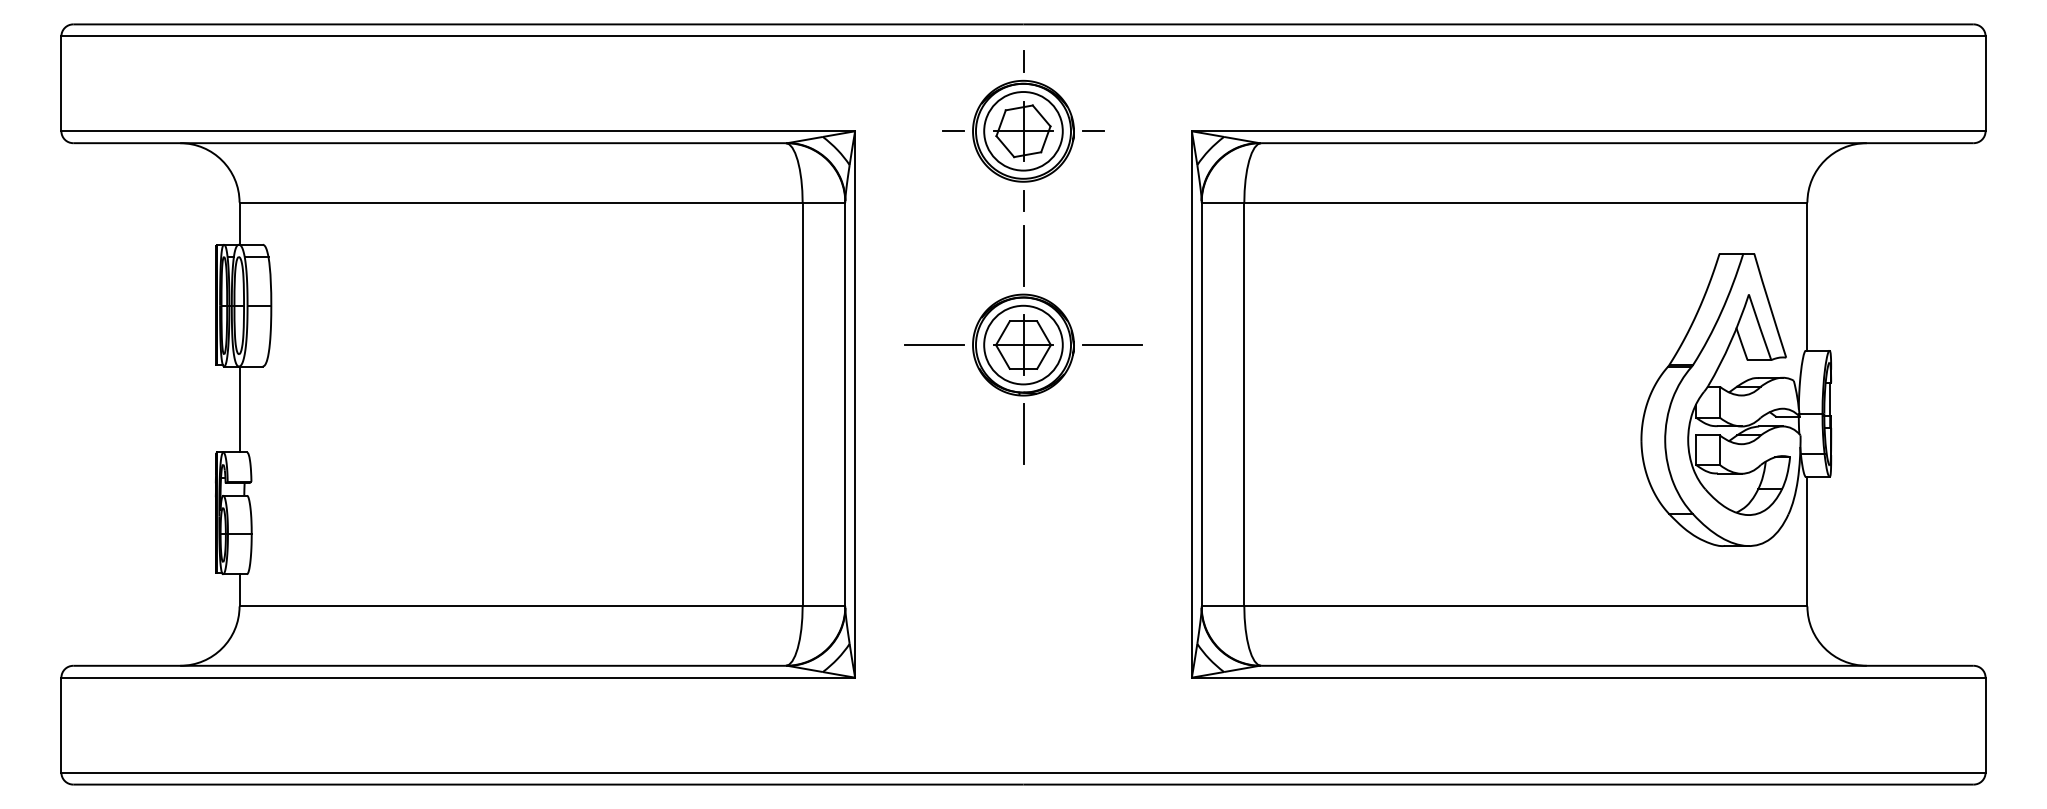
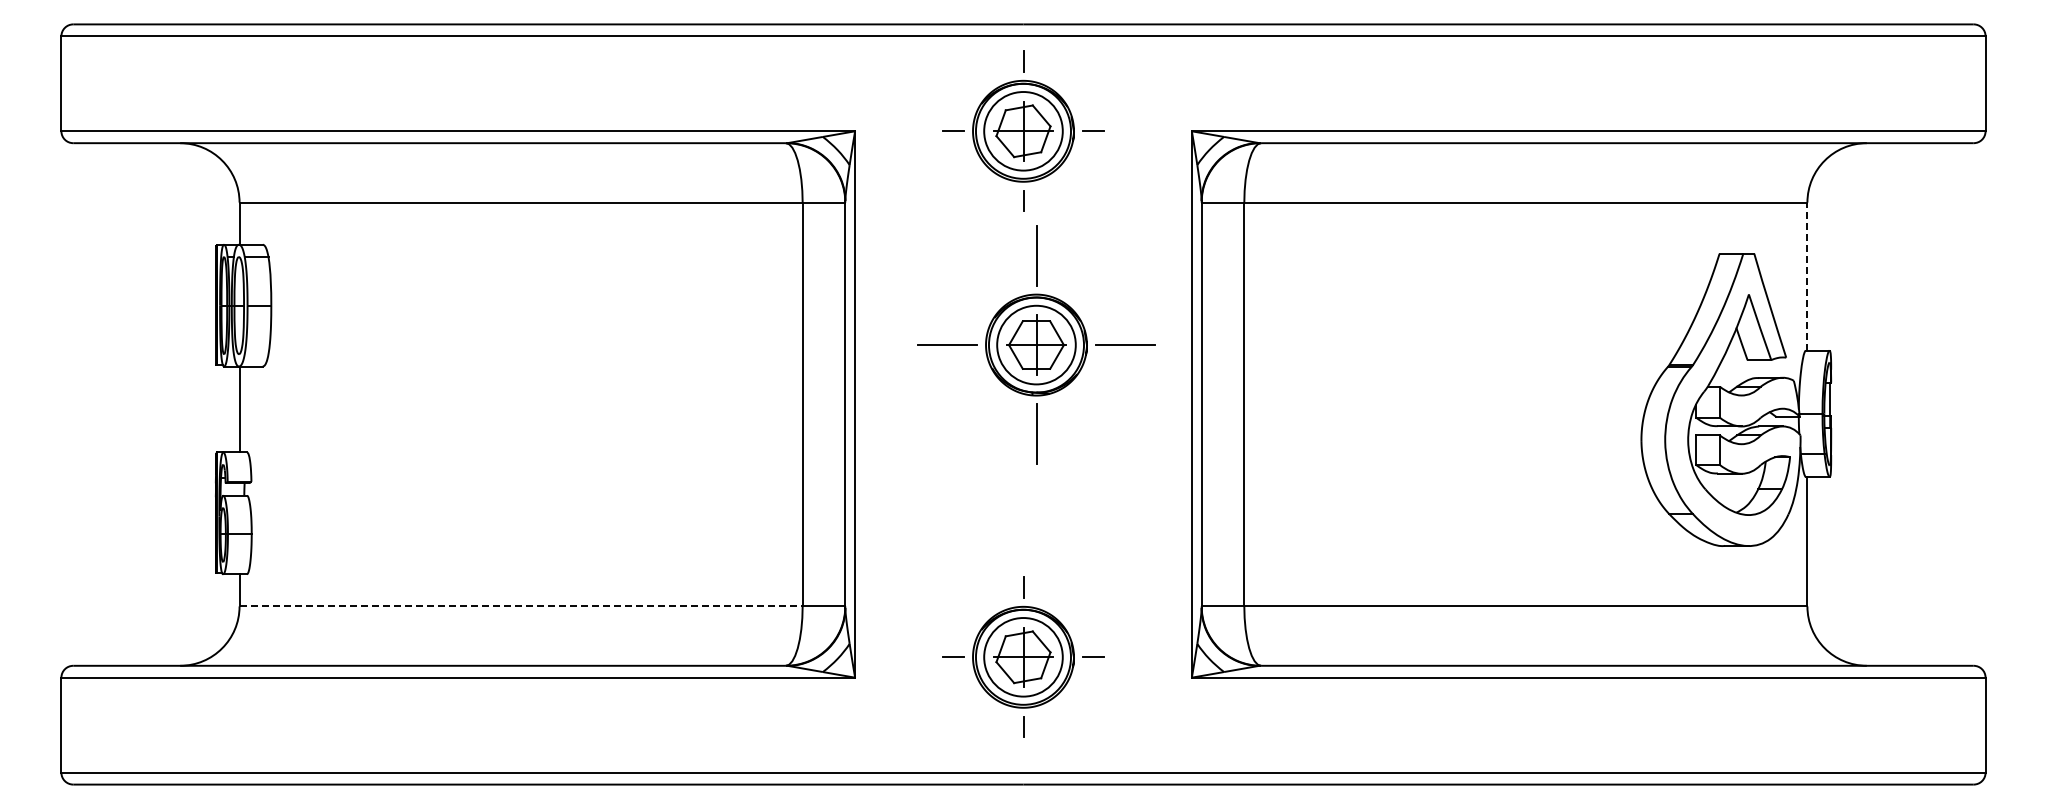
line at (1807, 276): solid -> dashed
part at (1023, 344) position: (1023, 344) -> (1036, 344)
line at (521, 606): solid -> dashed
part at (1023, 656): none -> present
